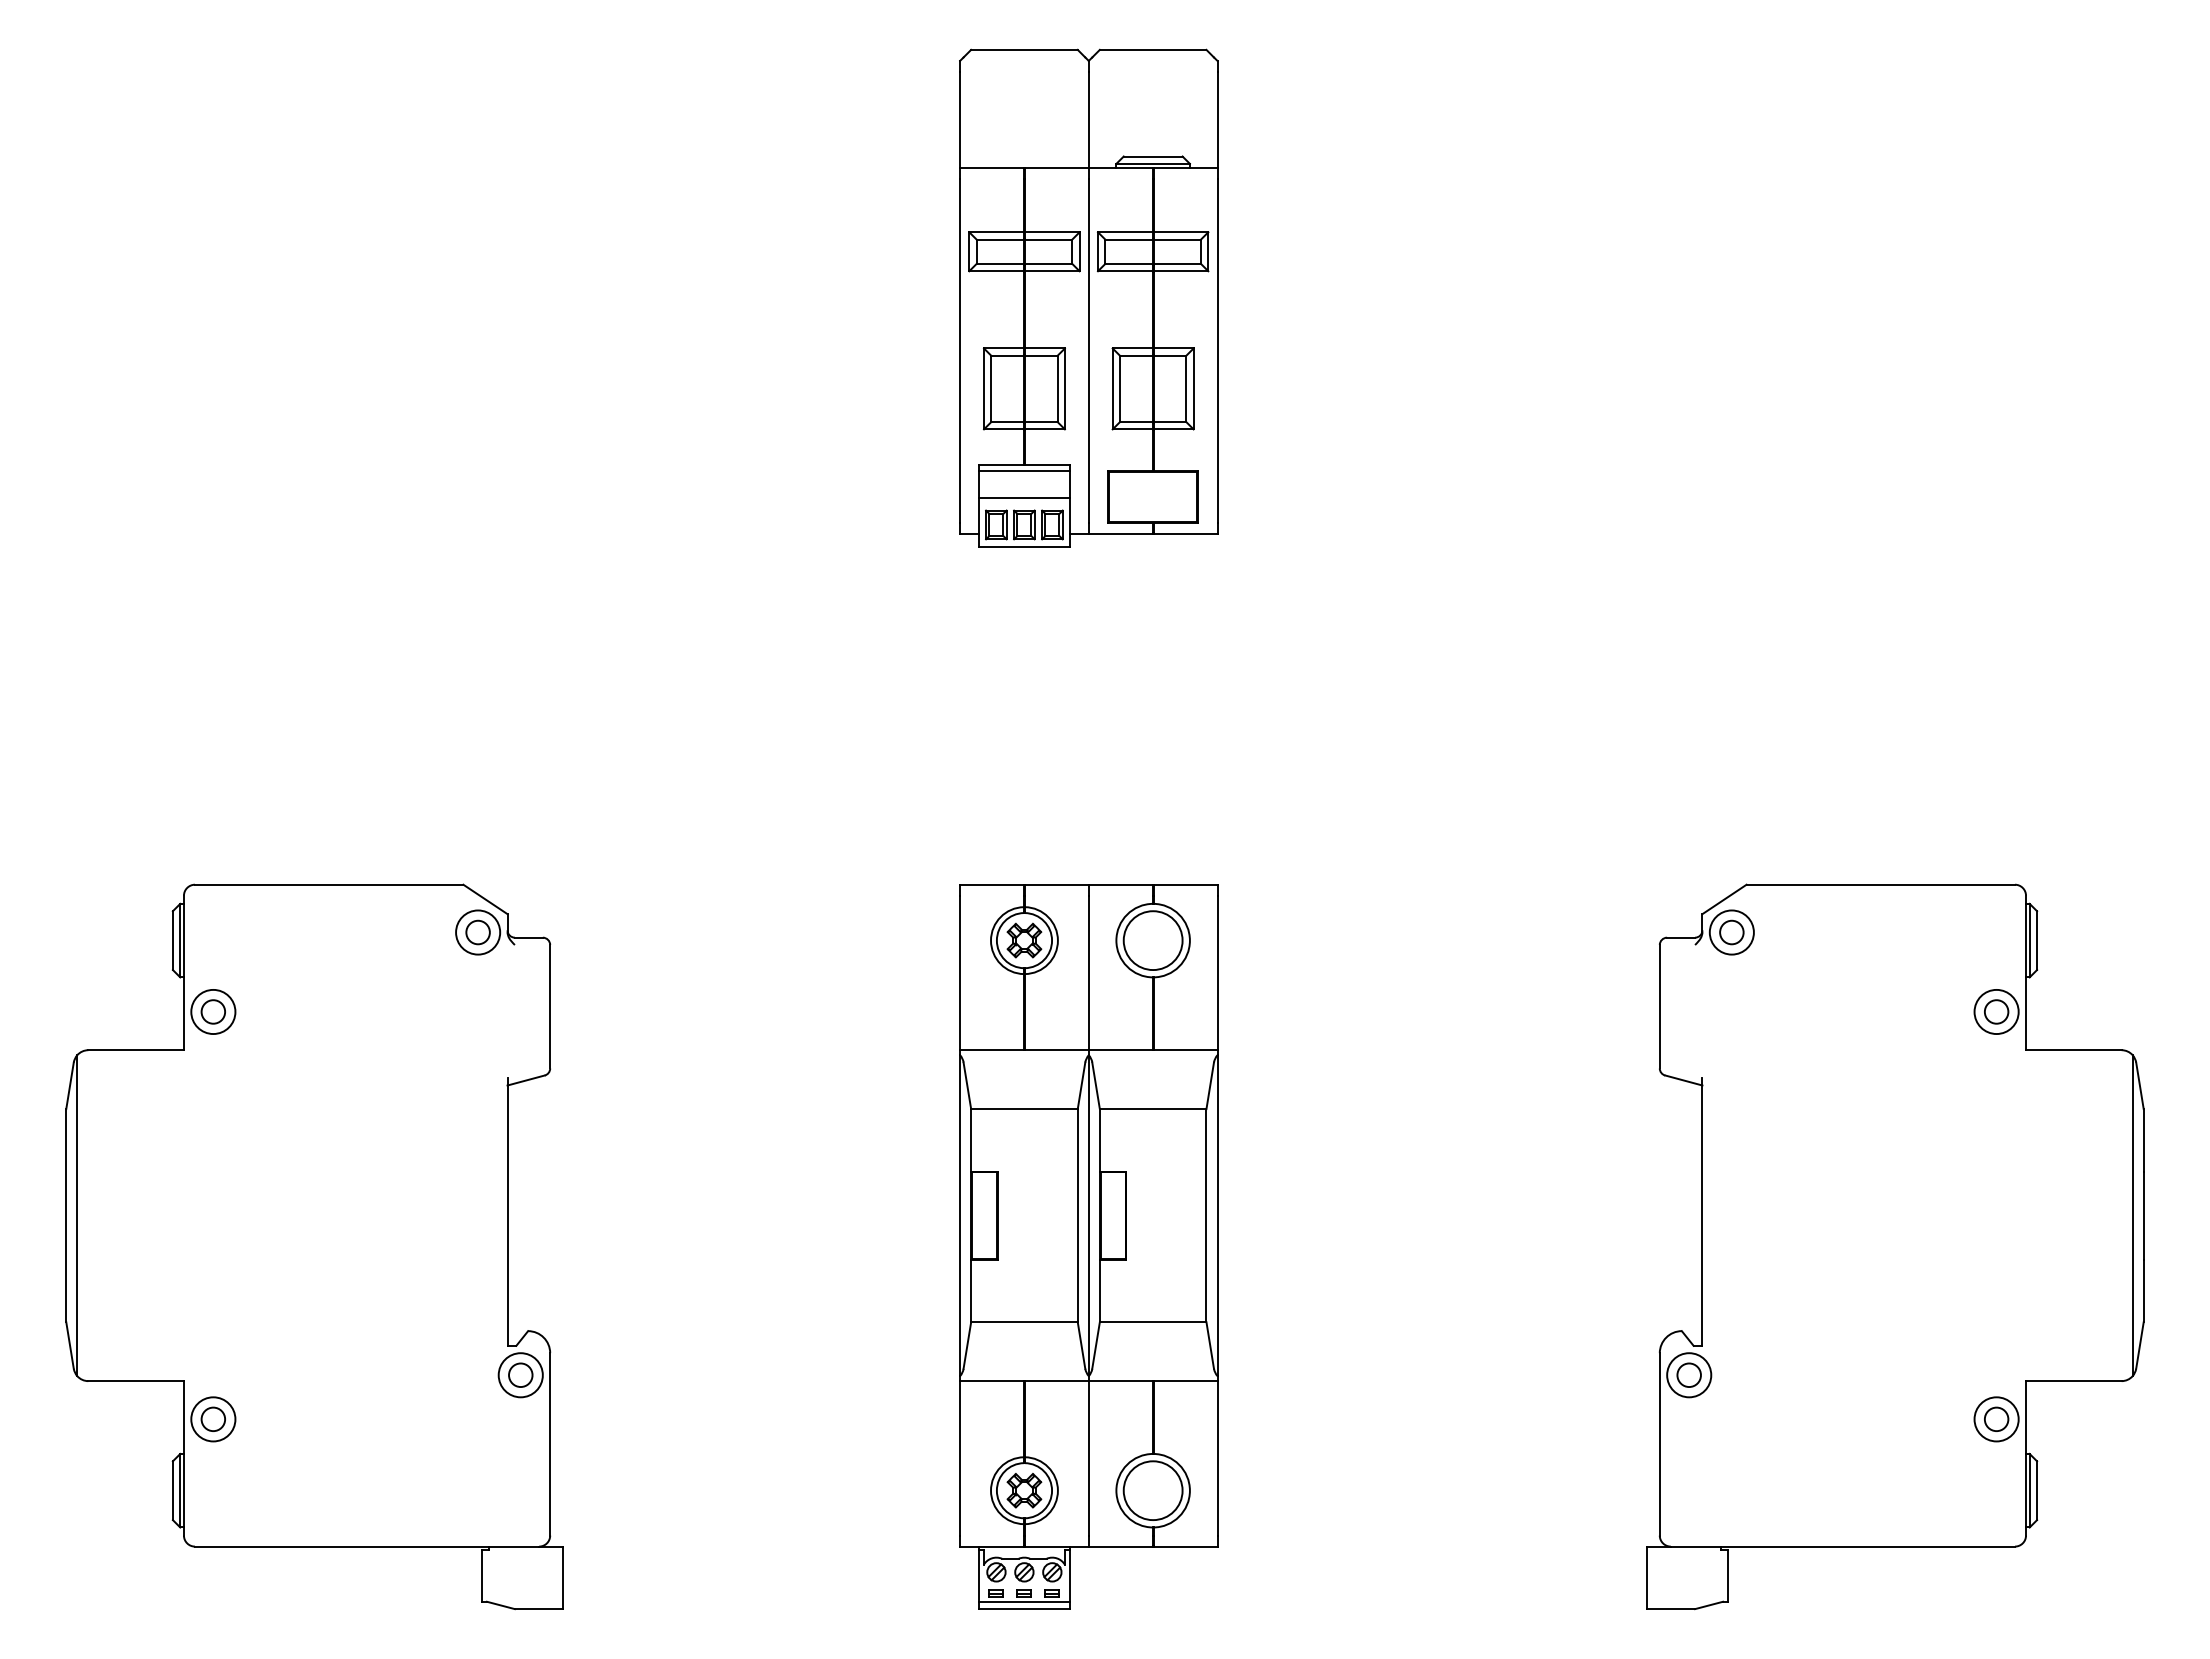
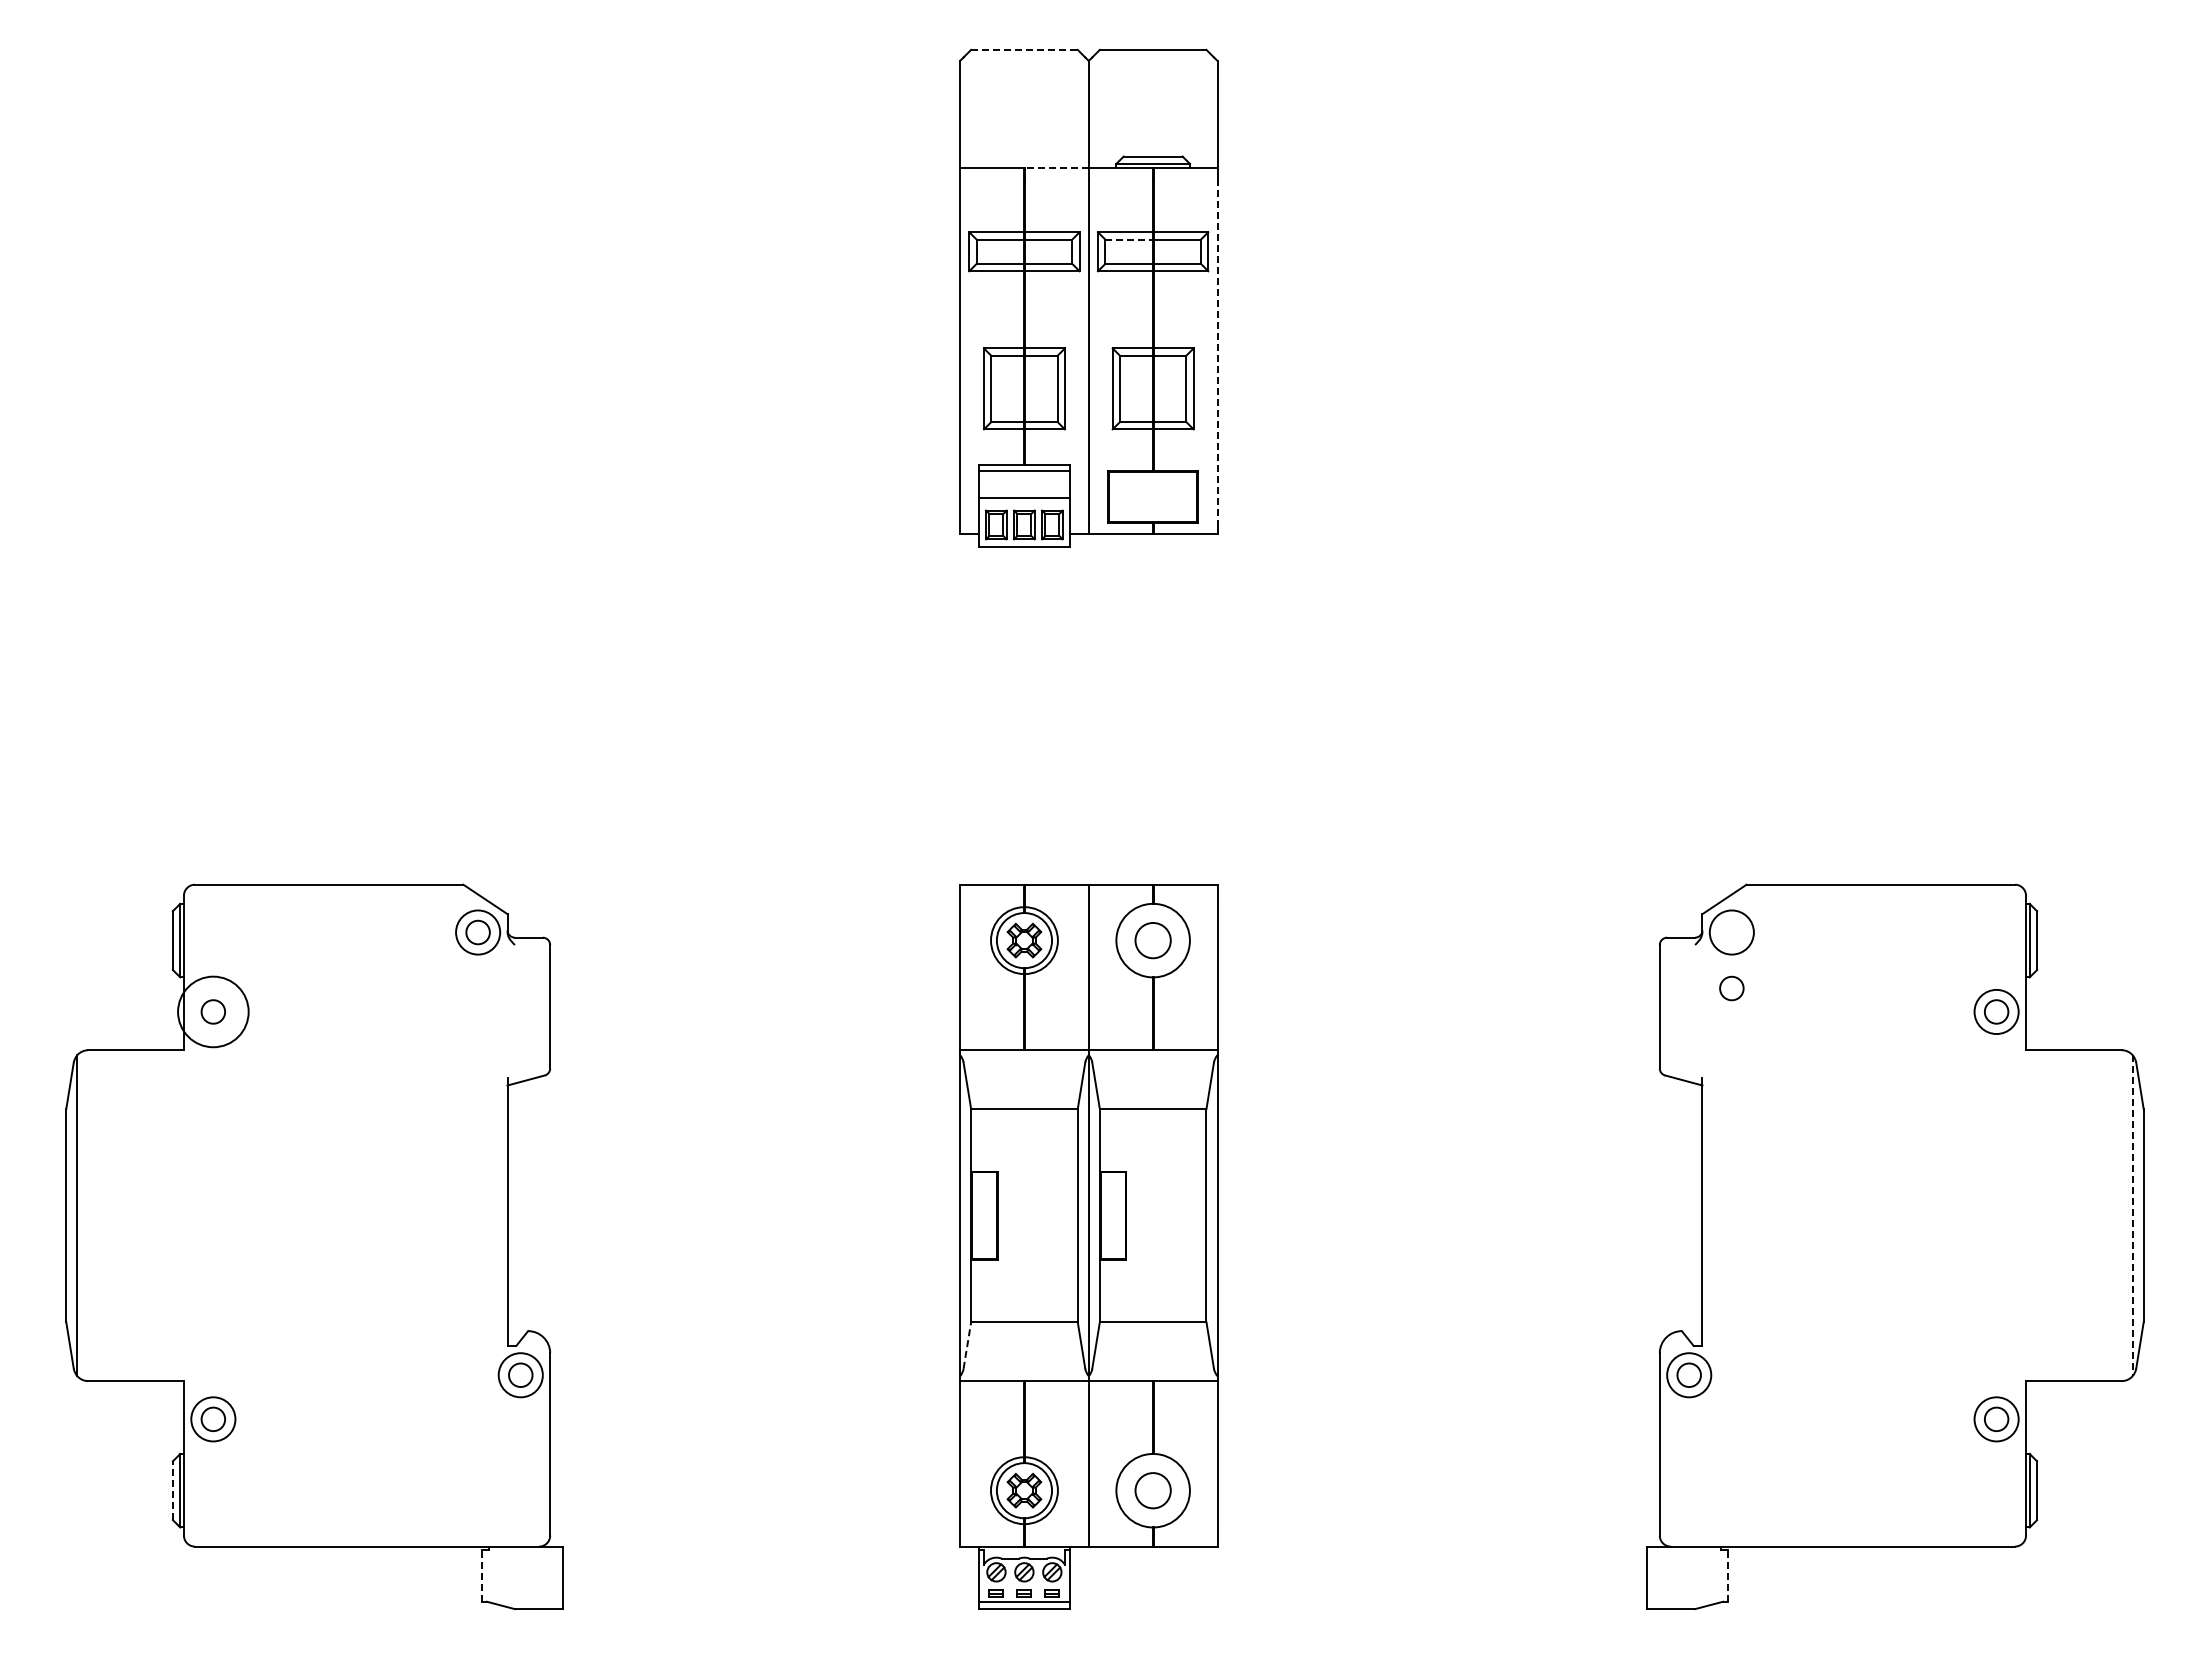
line at (1024, 49): solid -> dashed
line at (1056, 167): solid -> dashed
line at (1129, 239): solid -> dashed
line at (1217, 351): solid -> dashed
circle at (1731, 932) position: (1731, 932) -> (1731, 988)
circle at (1152, 940) diameter: 59 px -> 35 px
circle at (213, 1011) diameter: 44 px -> 71 px
line at (2132, 1216): solid -> dashed
line at (967, 1345): solid -> dashed
line at (172, 1490): solid -> dashed
circle at (1152, 1490) diameter: 59 px -> 35 px
line at (481, 1576): solid -> dashed
line at (1728, 1576): solid -> dashed
